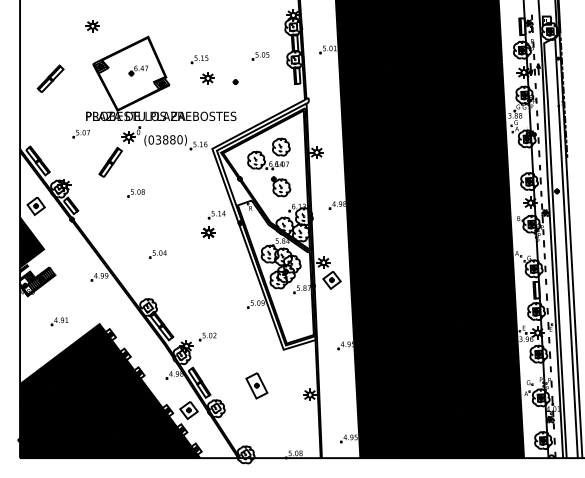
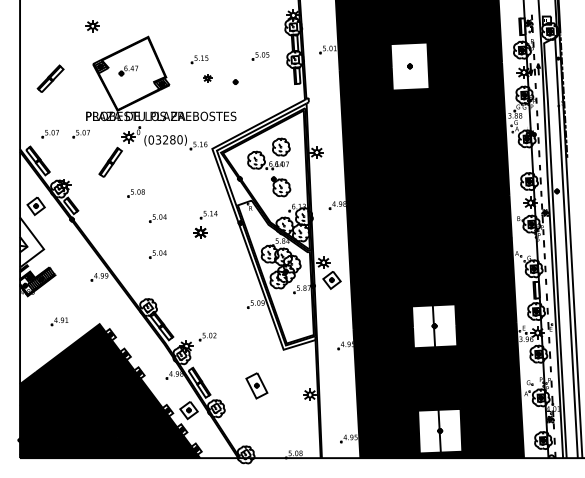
fill at (409, 66): present -> none
part at (137, 70) position: (137, 70) -> (127, 70)
part at (207, 78) size: 15x13 px -> 10x9 px
part at (49, 134): none -> present
text at (165, 139): (03880) -> (03280)
part at (157, 218): none -> present
part at (213, 224) position: (213, 224) -> (205, 224)
fill at (32, 242): present -> none
fill at (434, 326): present -> none
fill at (440, 430): present -> none
